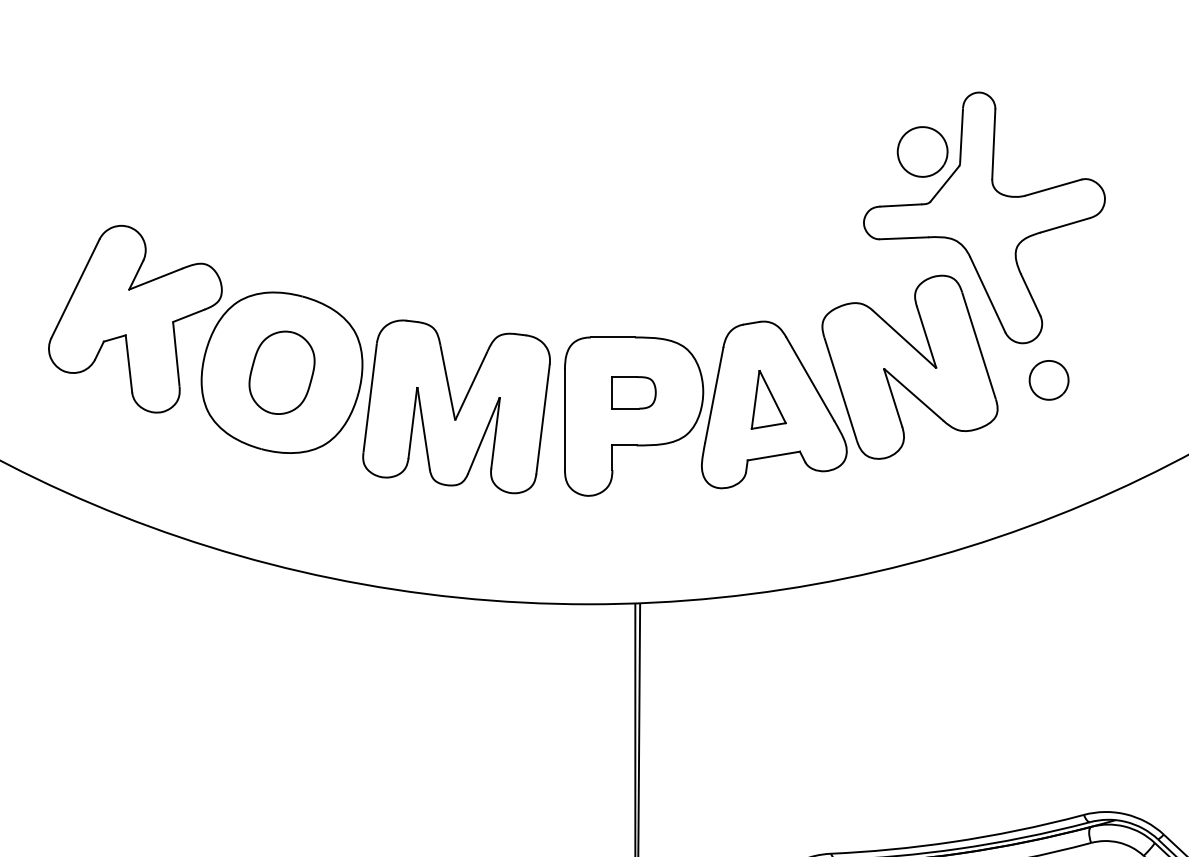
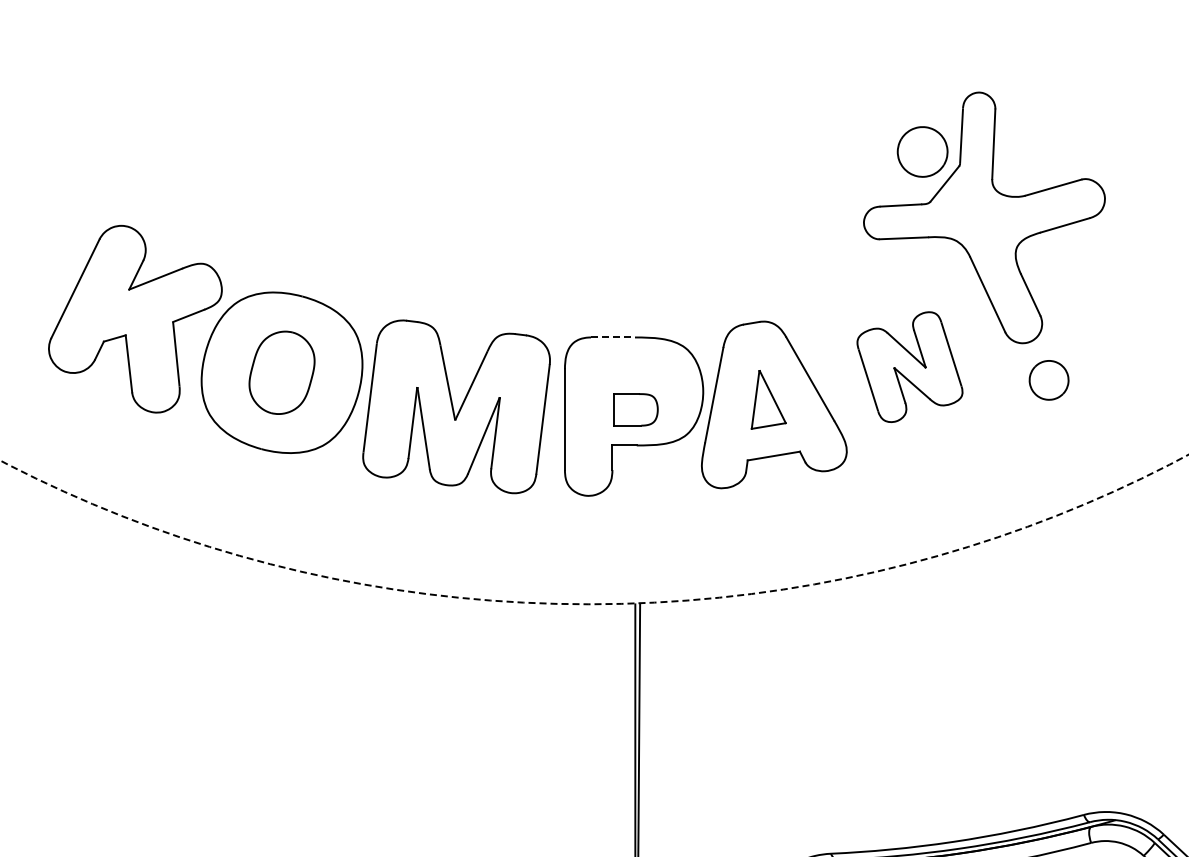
line at (613, 337): solid -> dashed
part at (909, 366) size: 178x186 px -> 108x112 px
part at (633, 392) position: (633, 392) -> (635, 409)
circle at (594, 529): solid -> dashed
